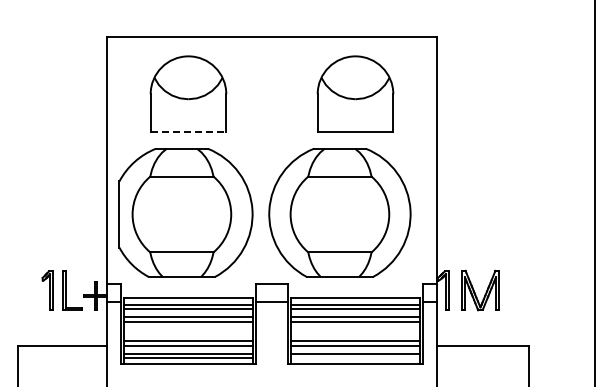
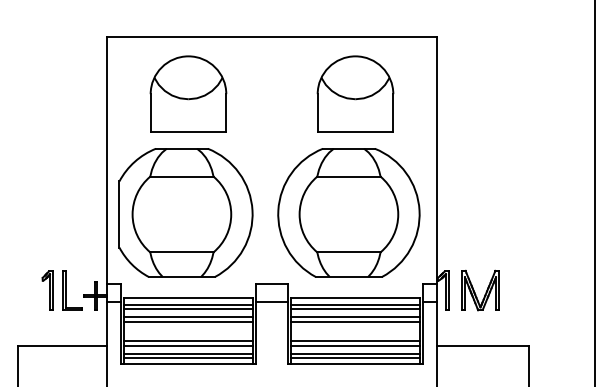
line at (188, 131): dashed -> solid
part at (339, 212) position: (339, 212) -> (348, 212)
line at (355, 357): none -> present
